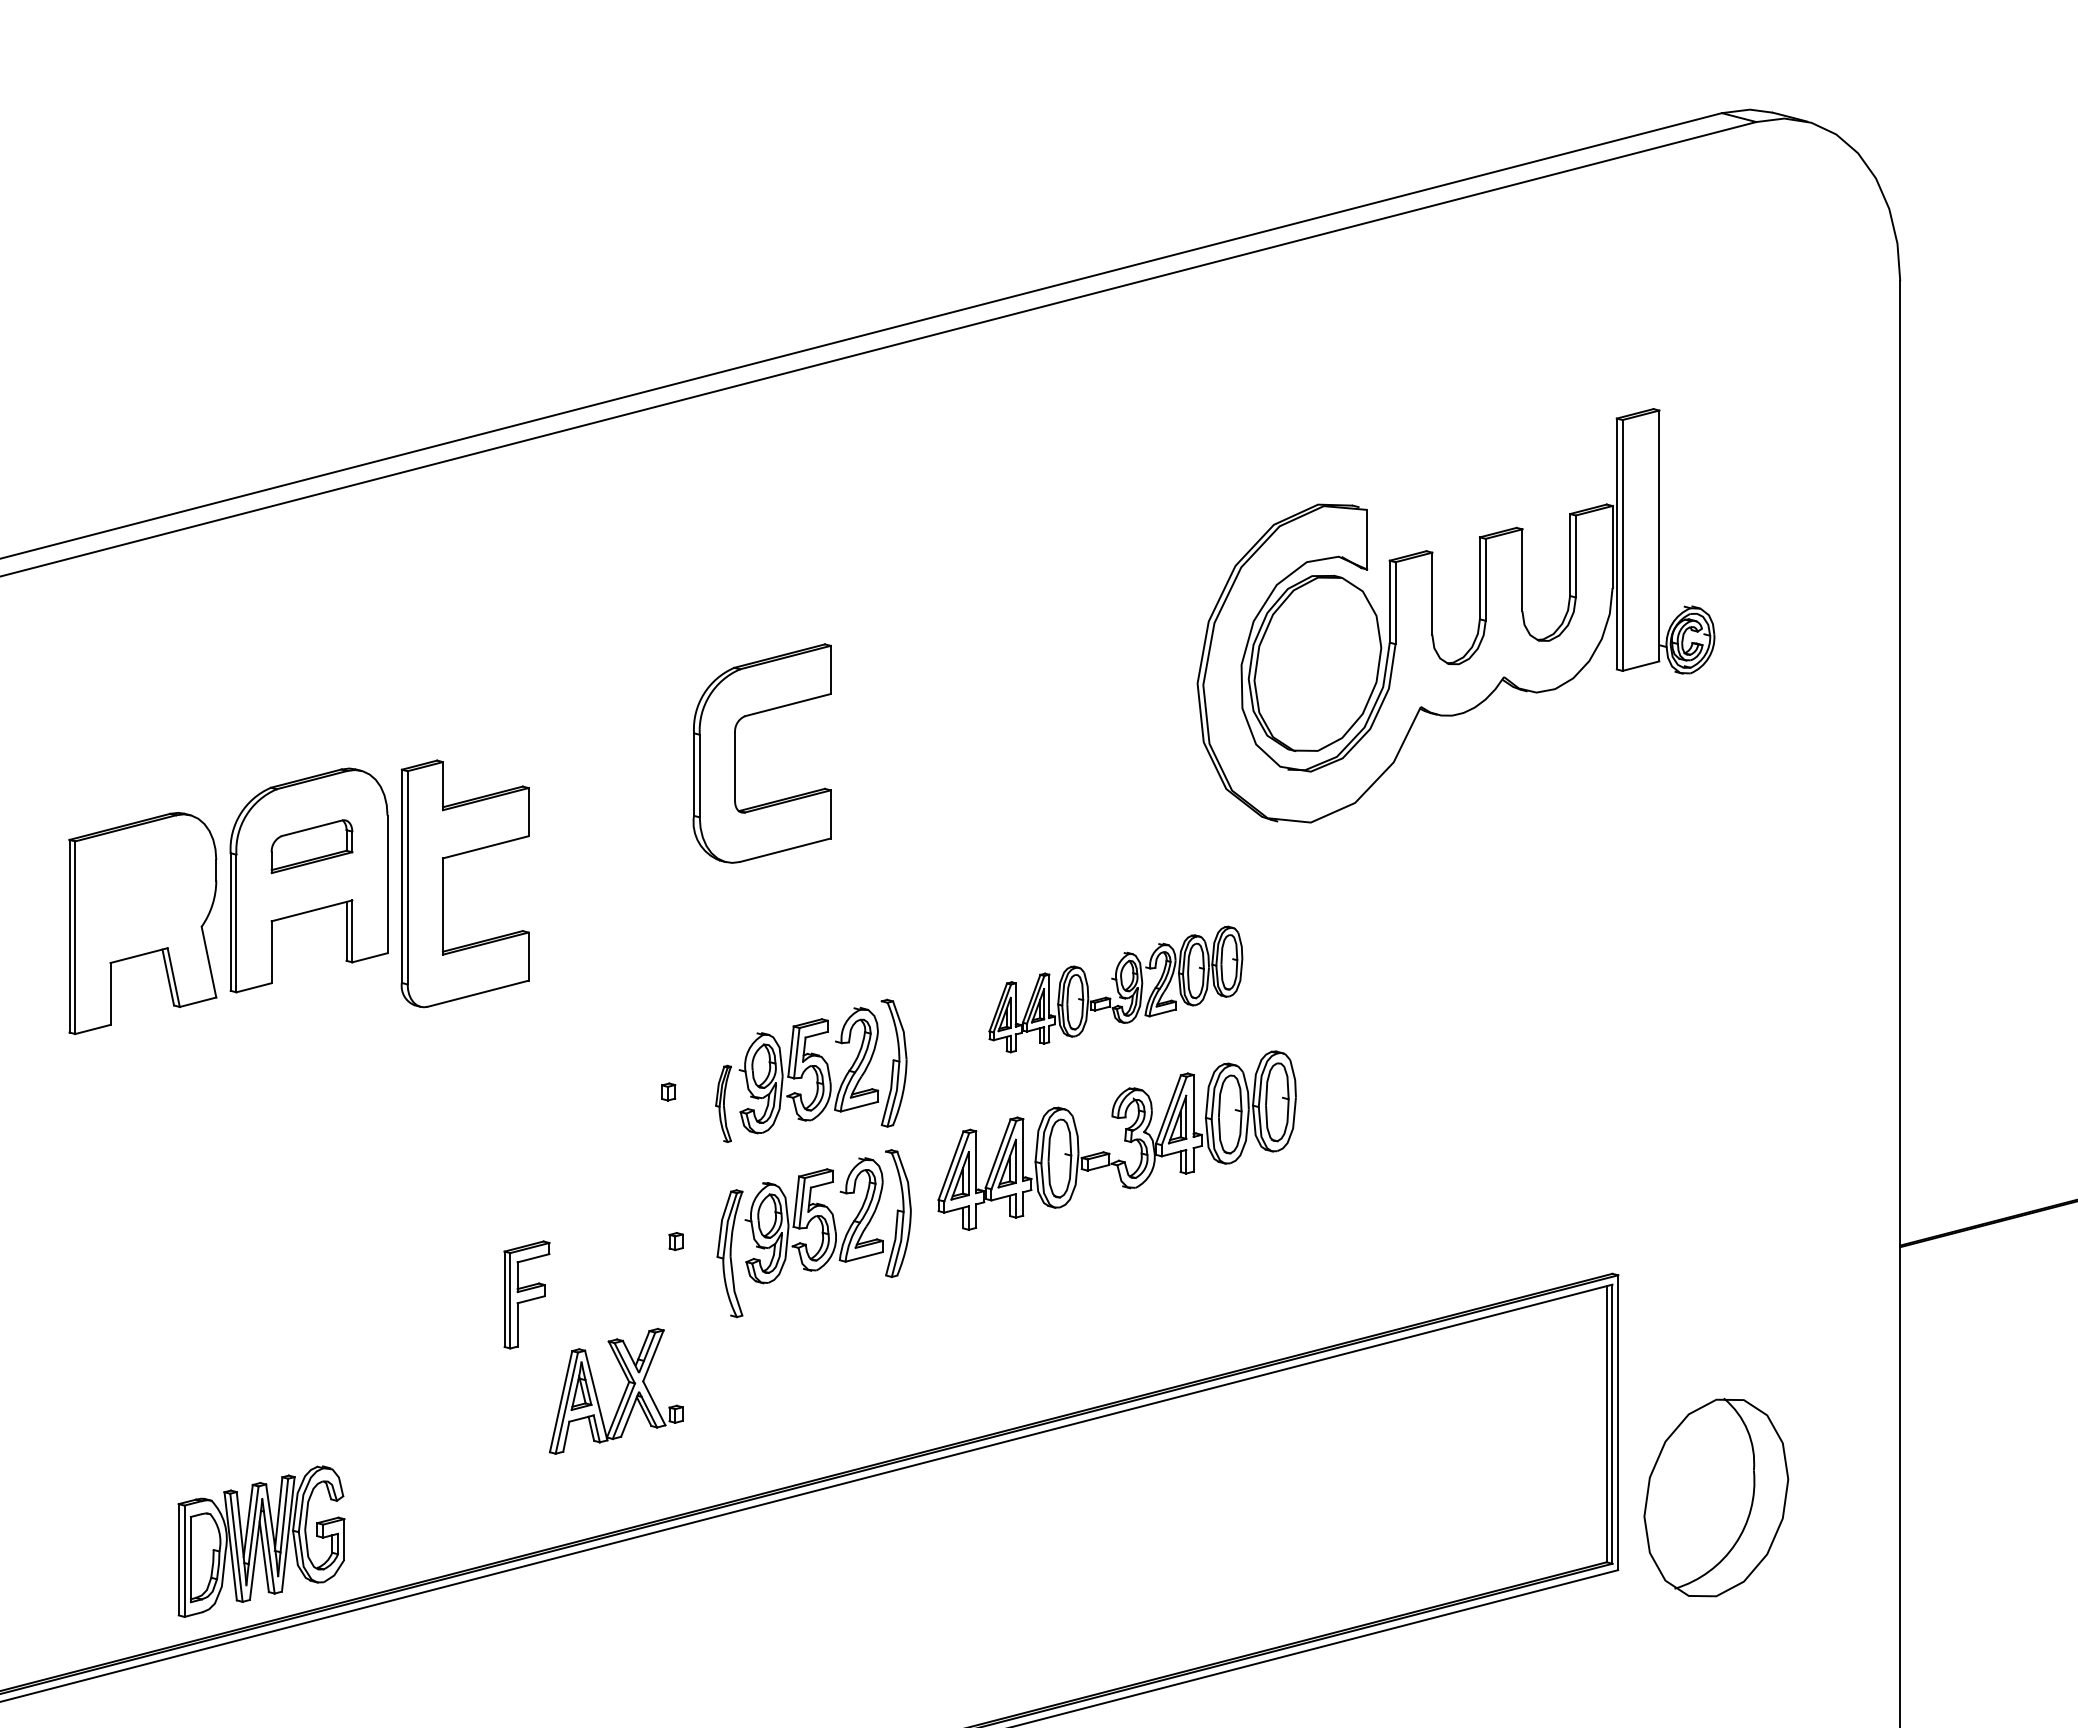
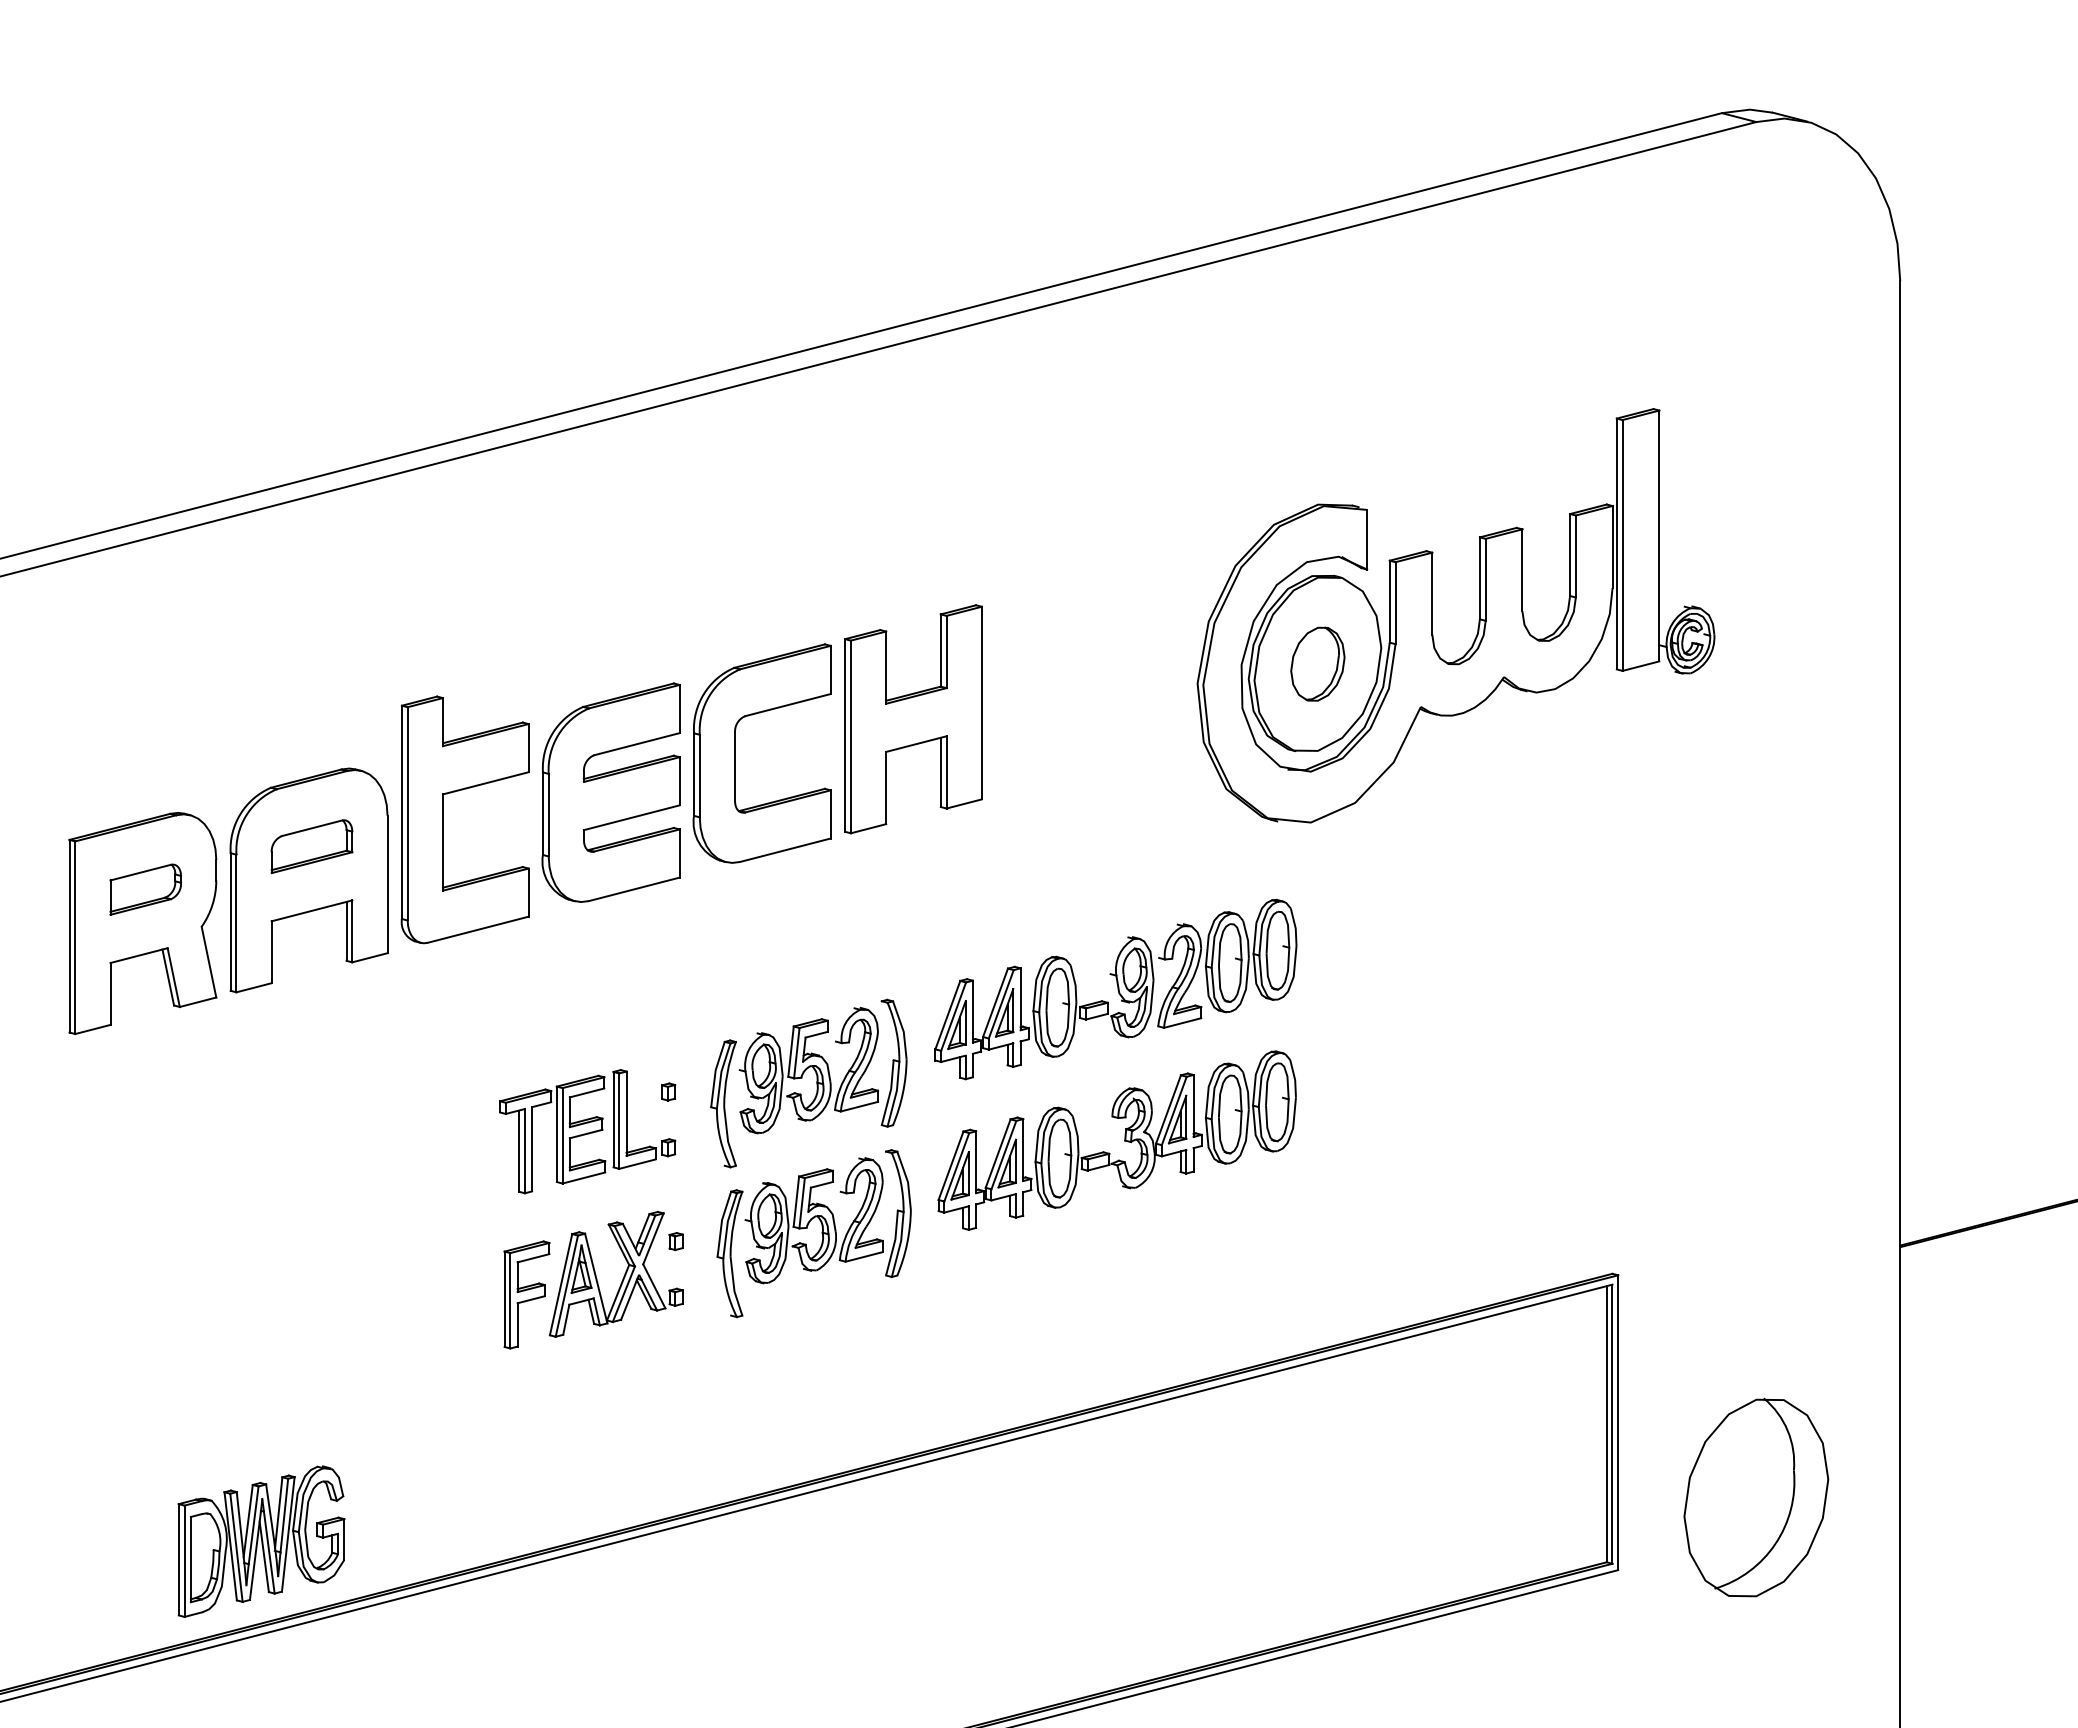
part at (1317, 663): none -> present
part at (913, 719): none -> present
part at (610, 792): none -> present
part at (443, 883) position: (443, 883) -> (443, 819)
part at (145, 889): none -> present
part at (1115, 989) size: 256x129 px -> 364x183 px
part at (723, 1103) size: 17x79 px -> 27x130 px
part at (587, 1131): none -> present
part at (623, 1393) position: (623, 1393) -> (623, 1276)
part at (1716, 1497) position: (1716, 1497) -> (1756, 1497)
